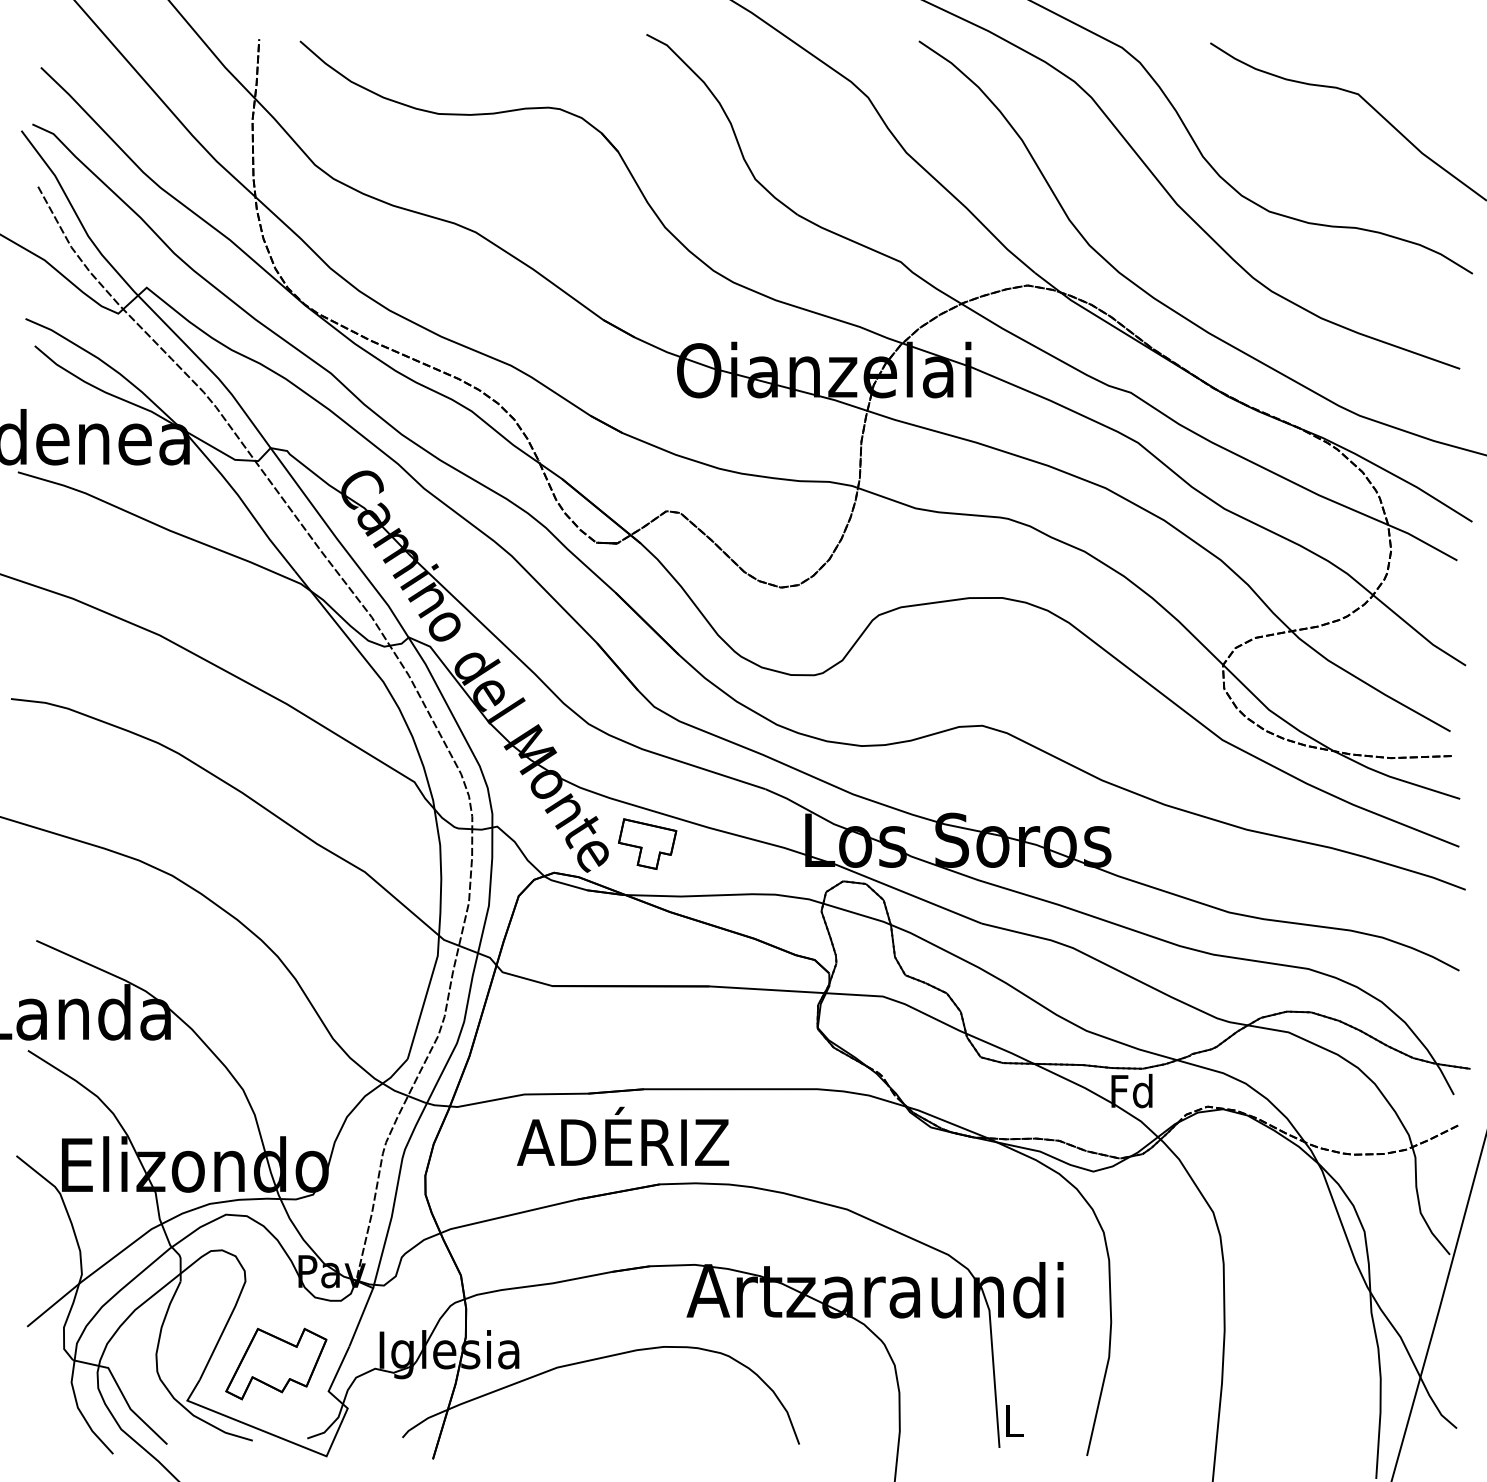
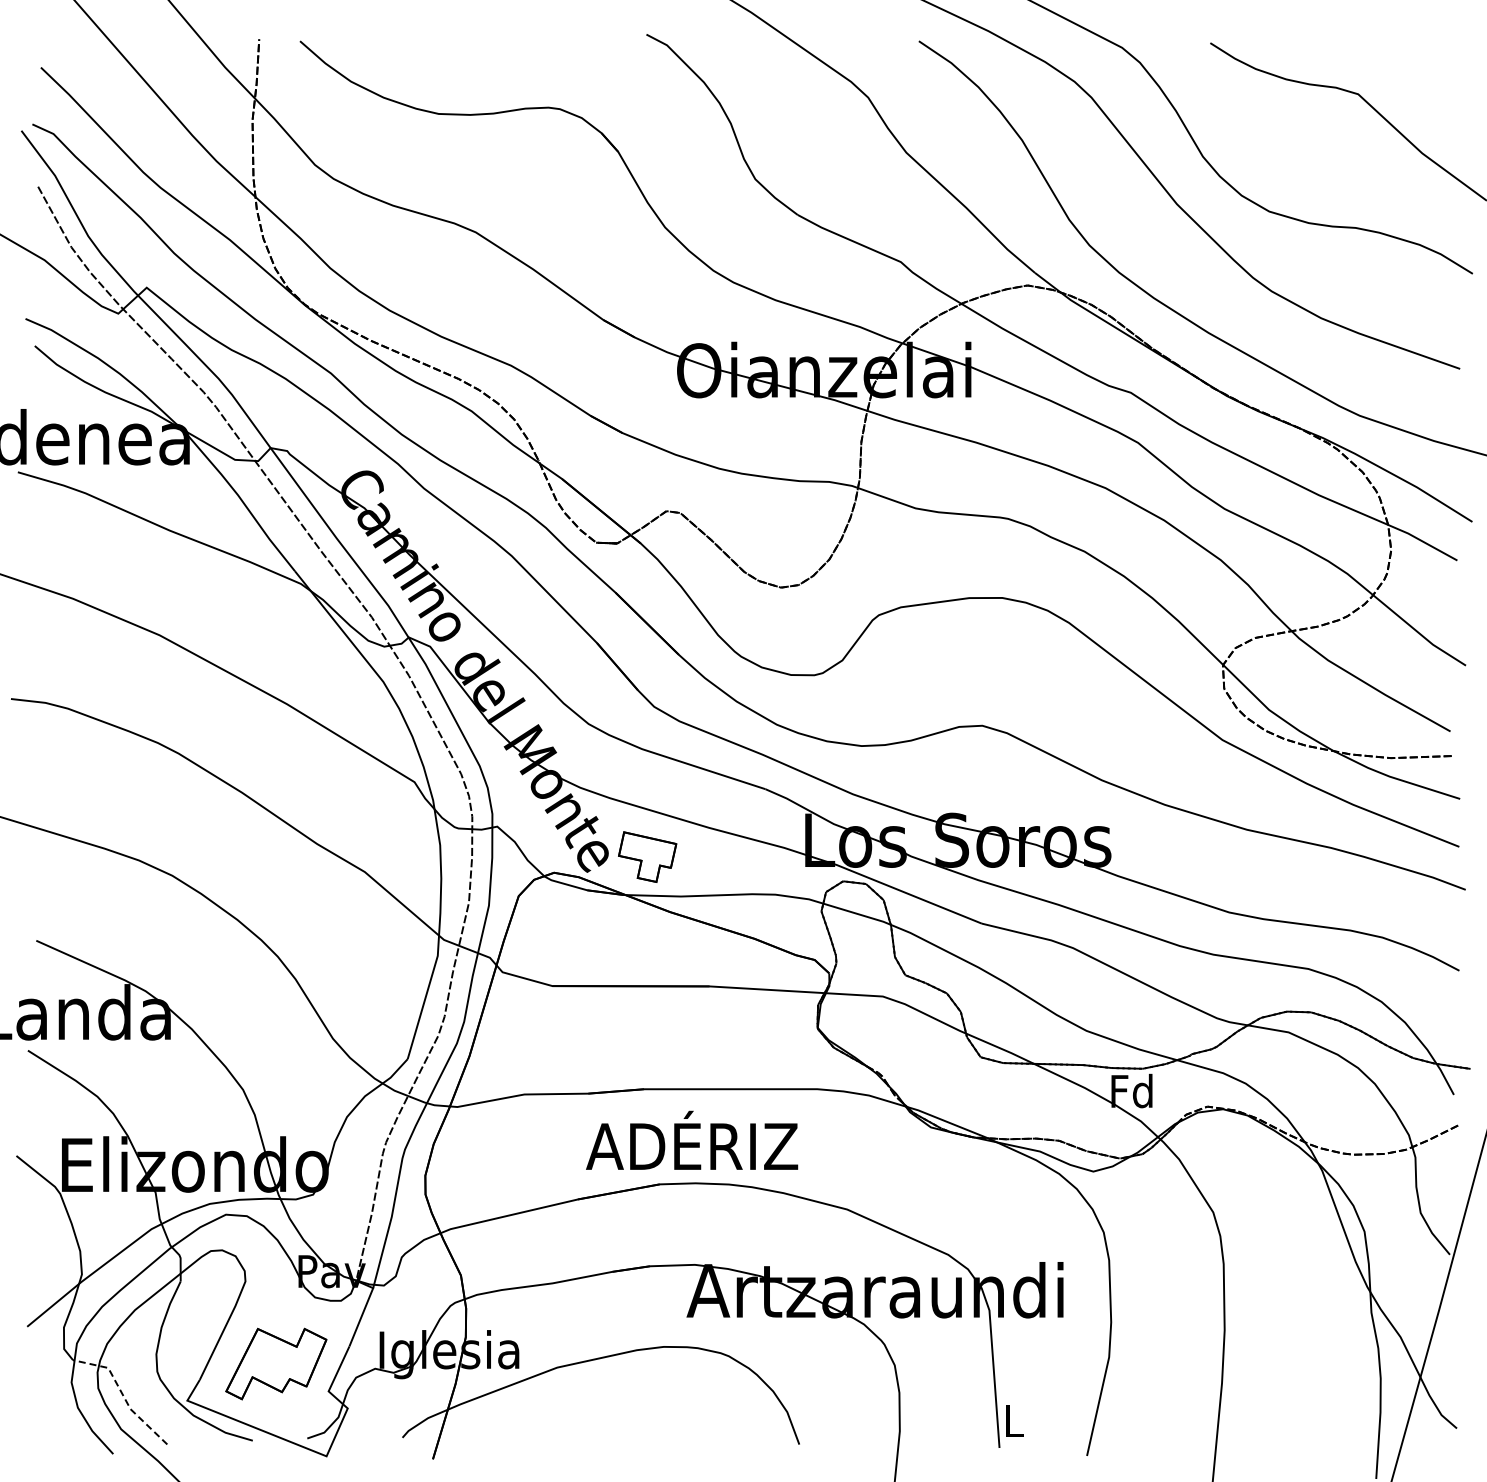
part at (647, 843) position: (647, 843) -> (647, 856)
text at (623, 1135) position: (623, 1135) -> (692, 1139)
line at (122, 1394): solid -> dashed
